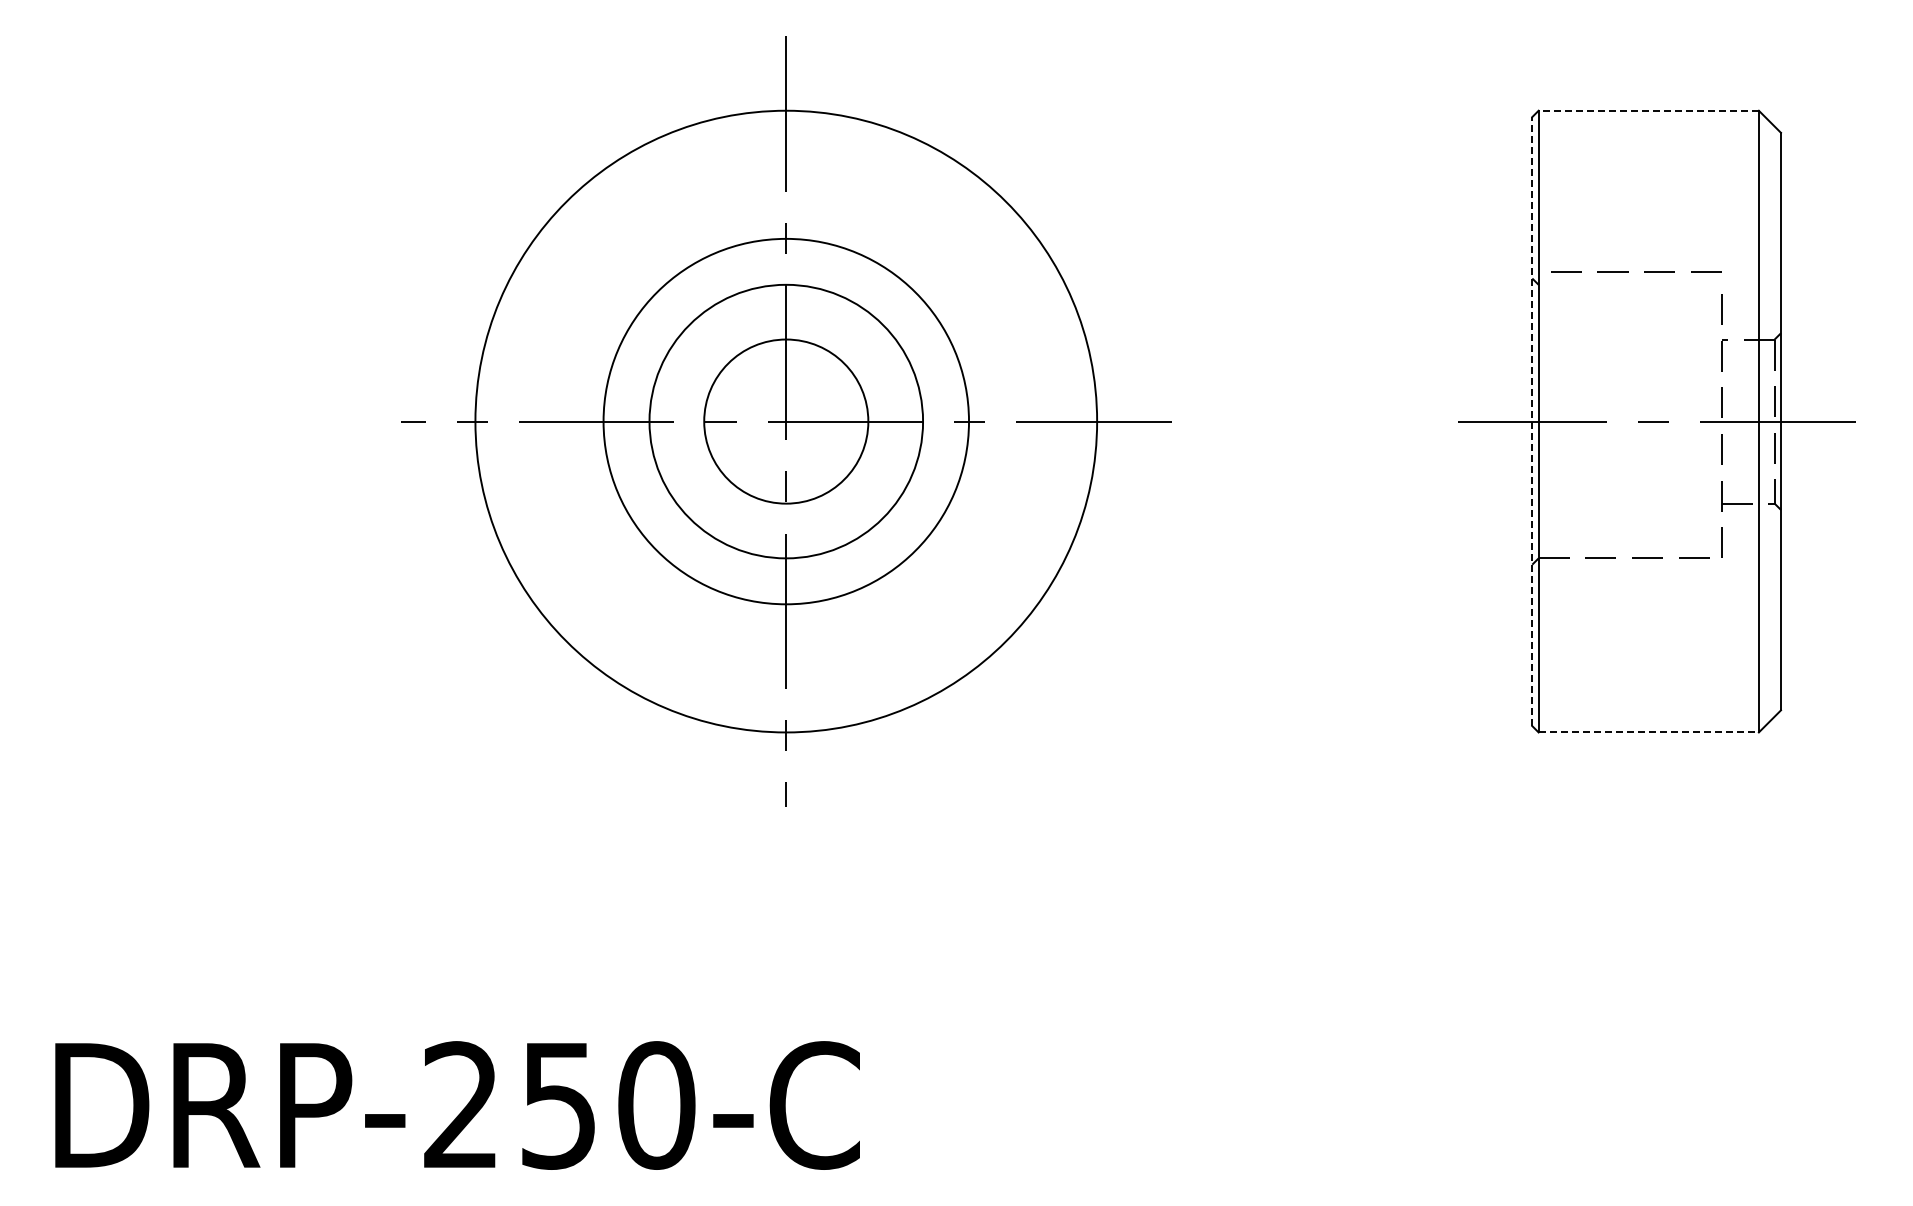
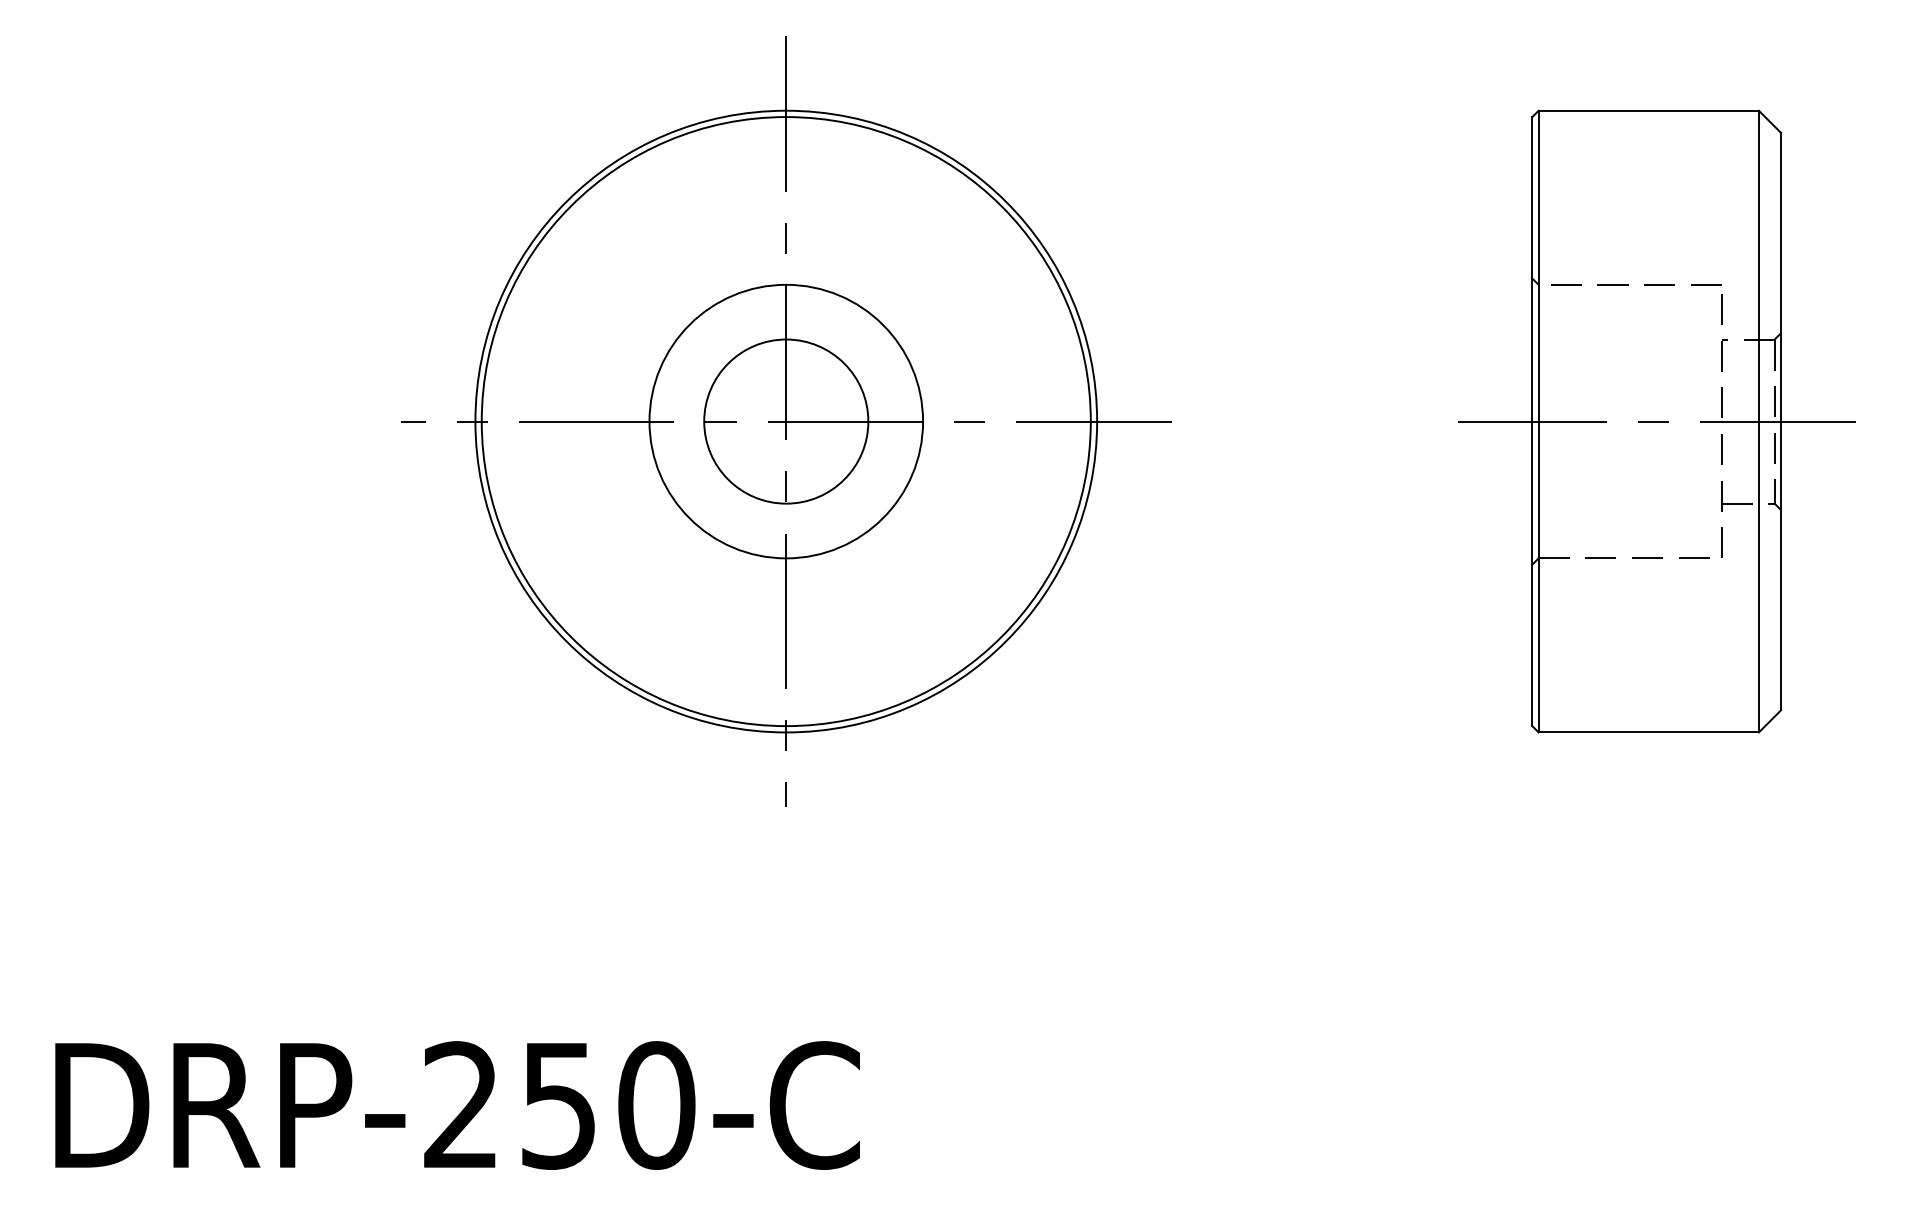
line at (1648, 110): dashed -> solid
line at (1628, 271) position: (1628, 271) -> (1628, 284)
circle at (786, 421) diameter: 365 px -> 609 px
line at (1532, 421): dashed -> solid
line at (1649, 732): dashed -> solid
